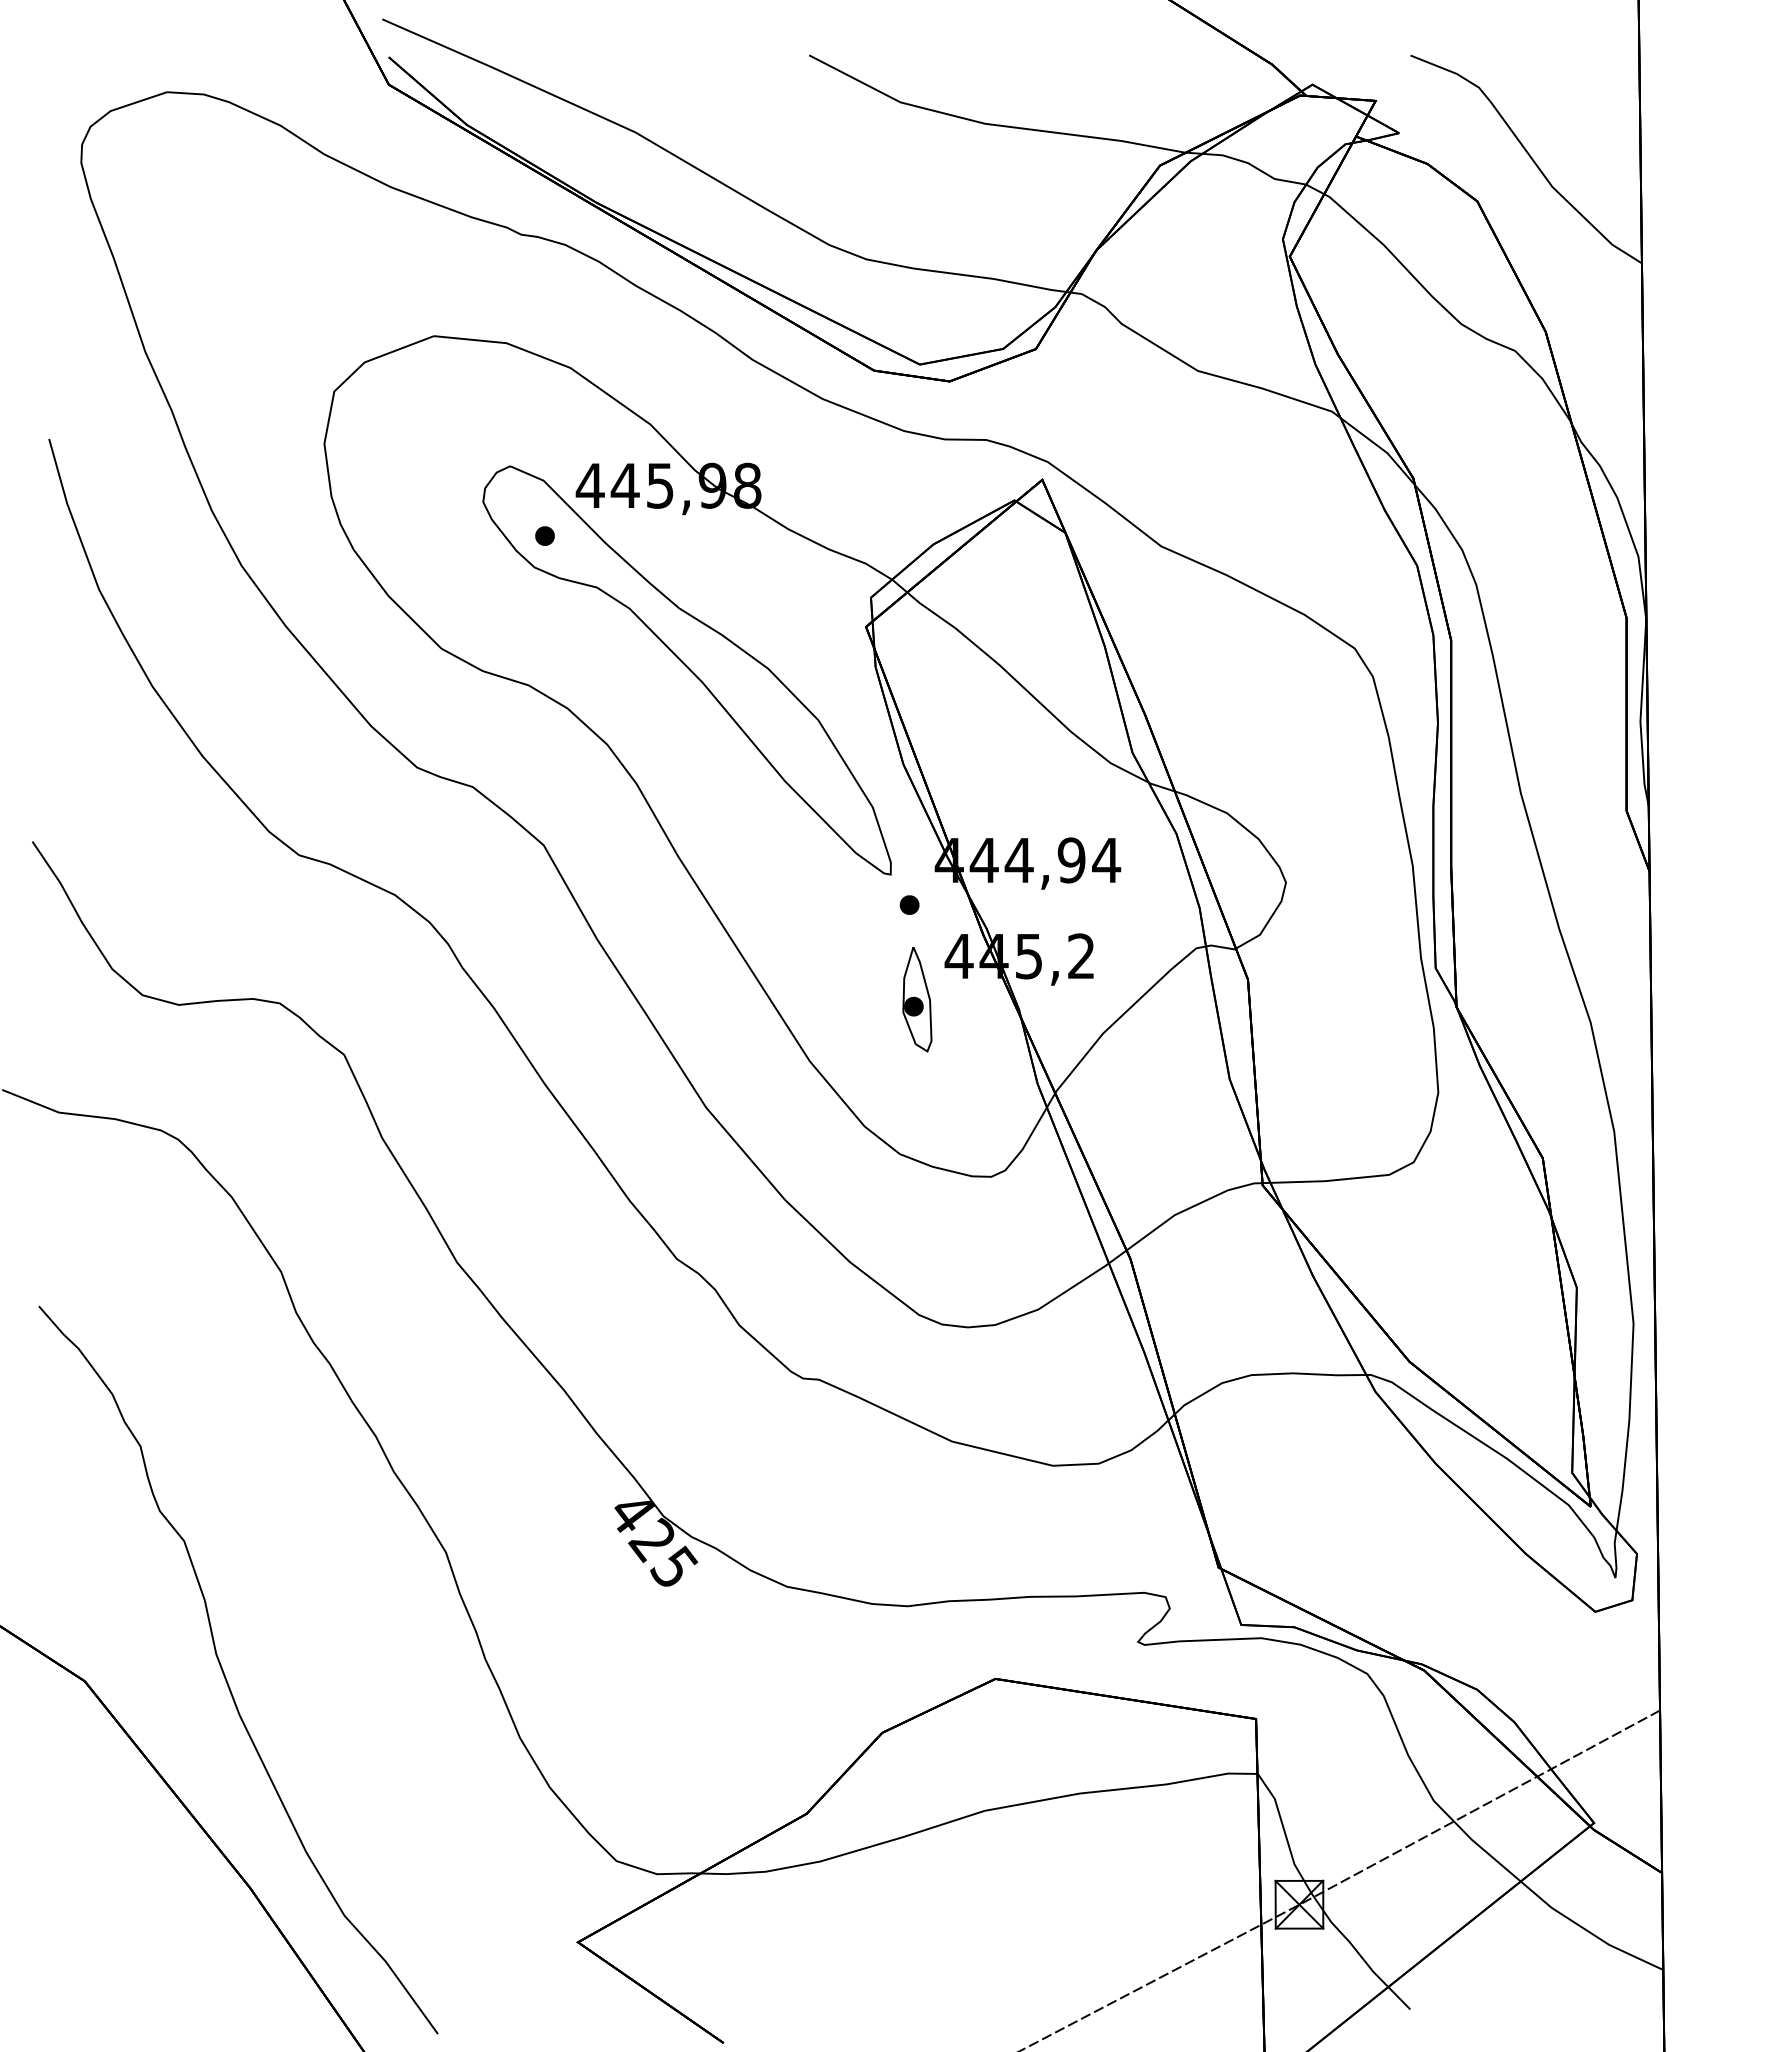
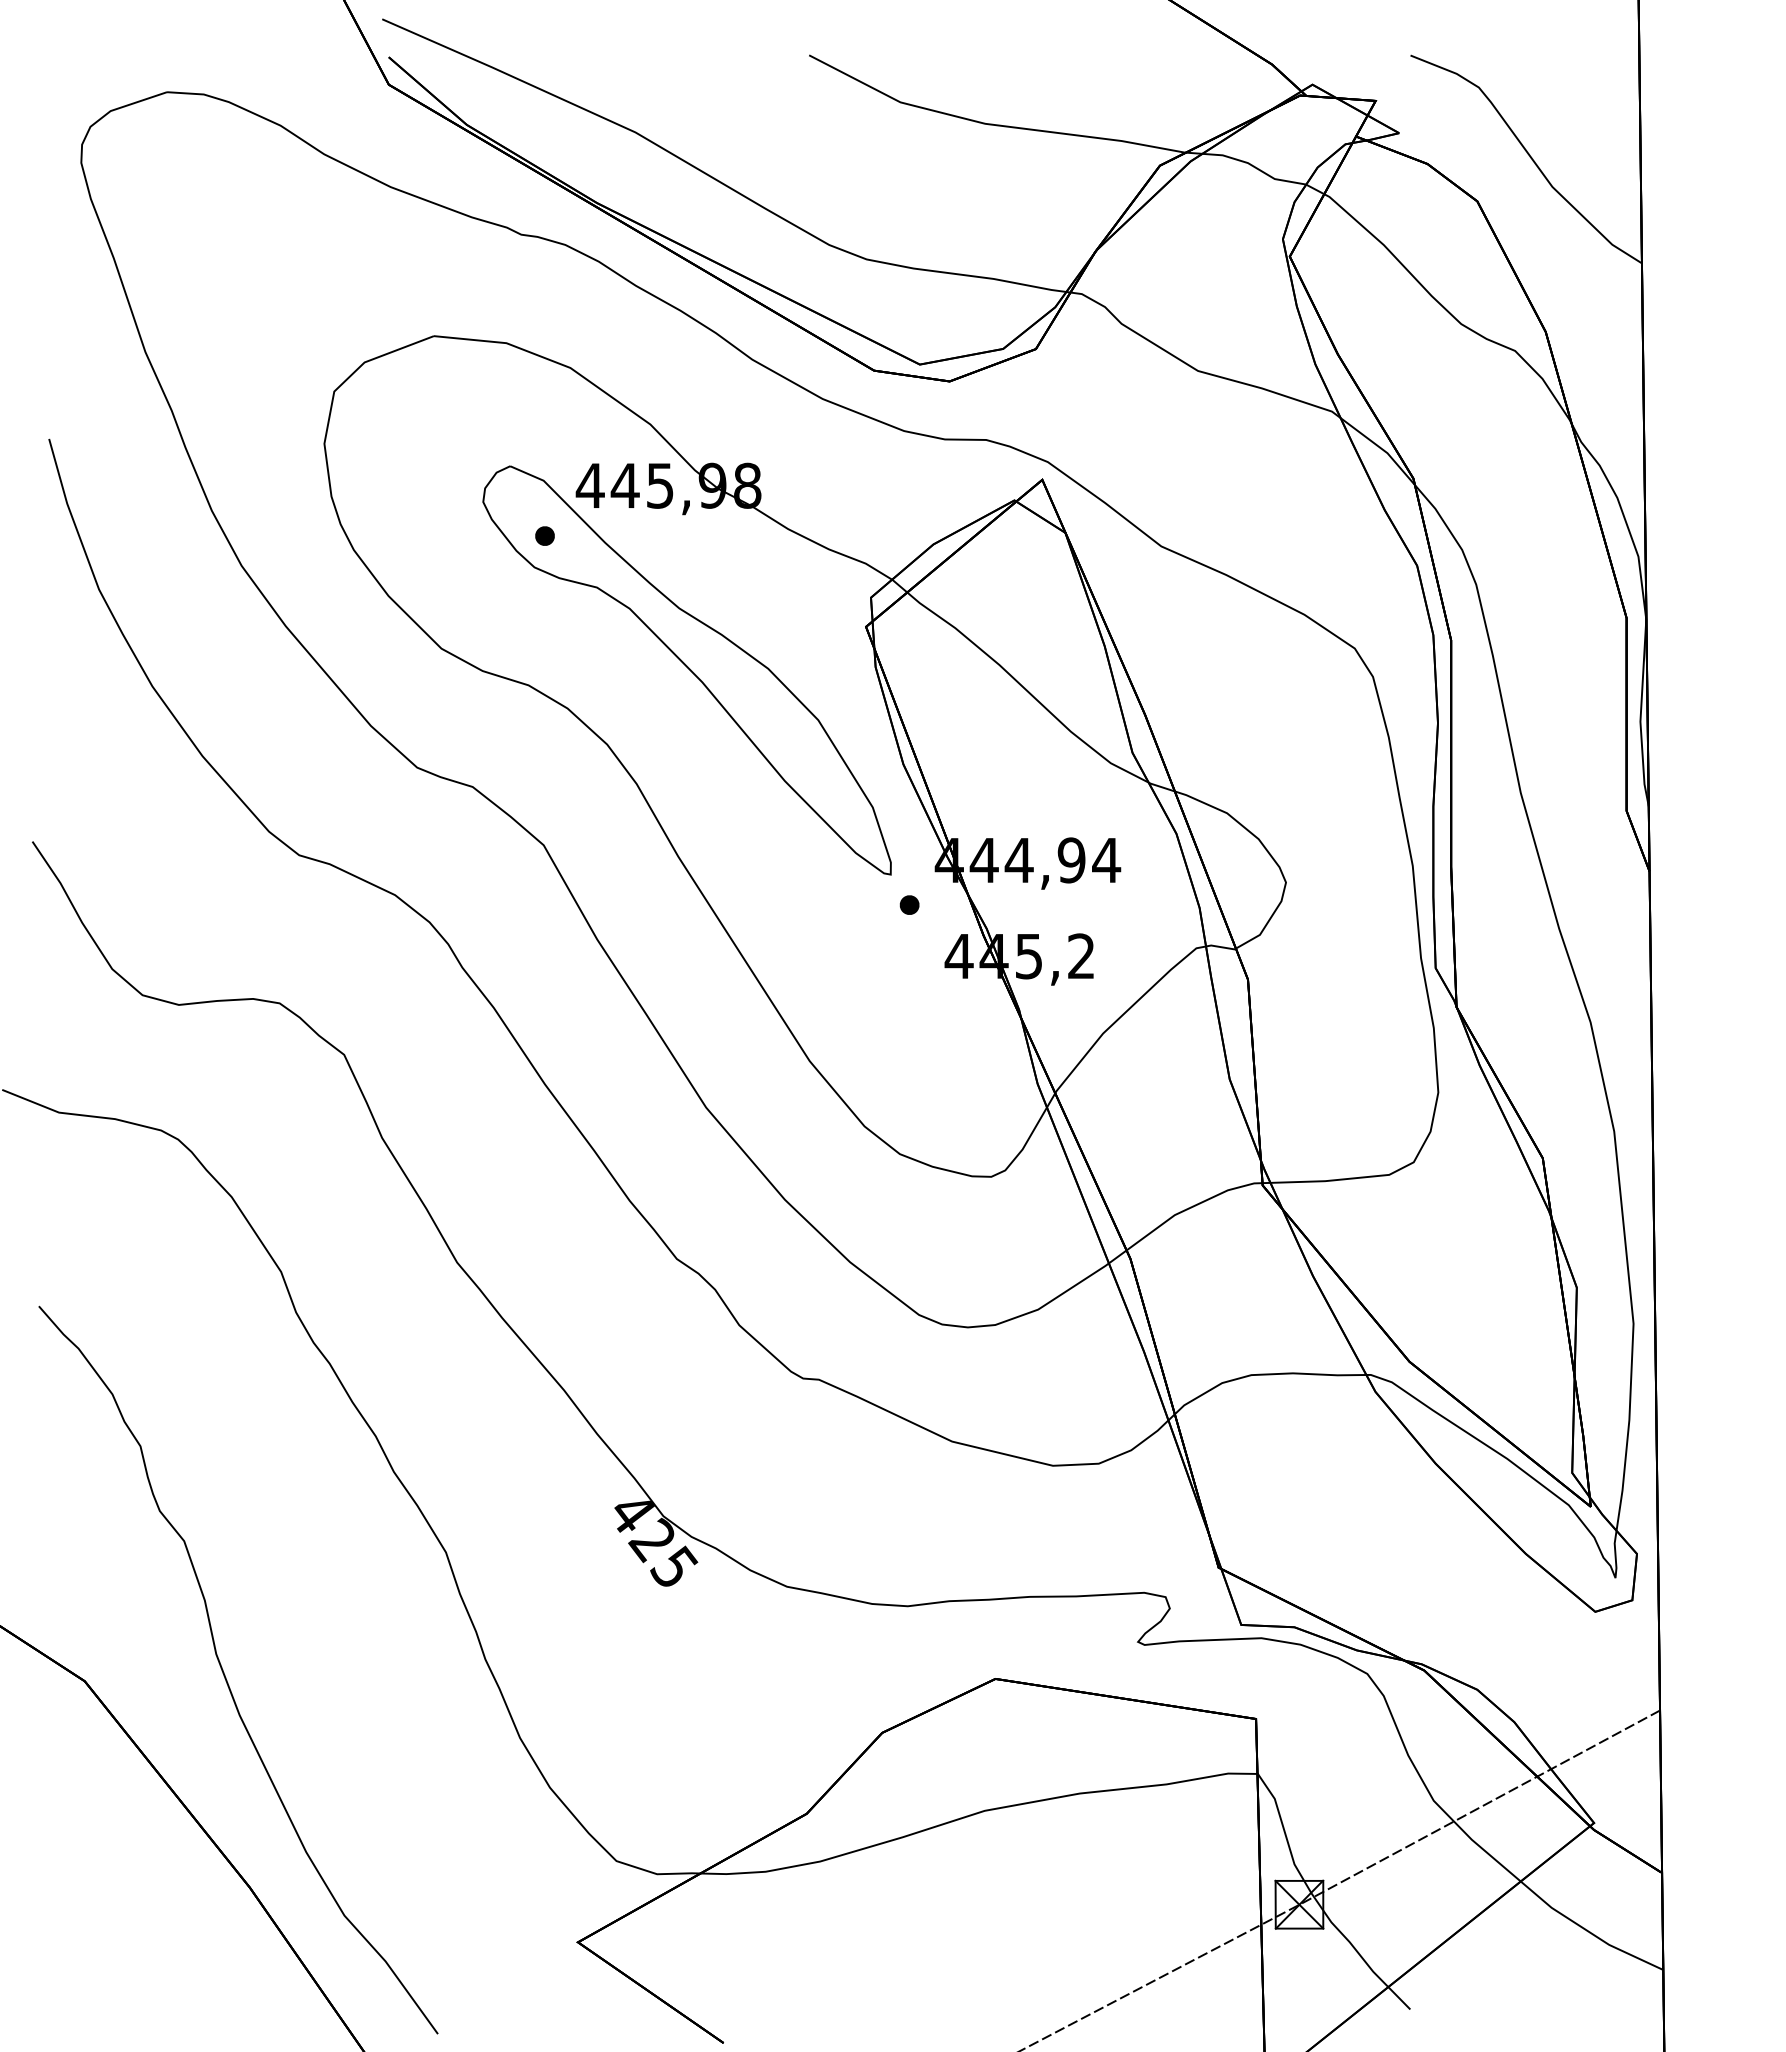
part at (917, 999): present -> none
